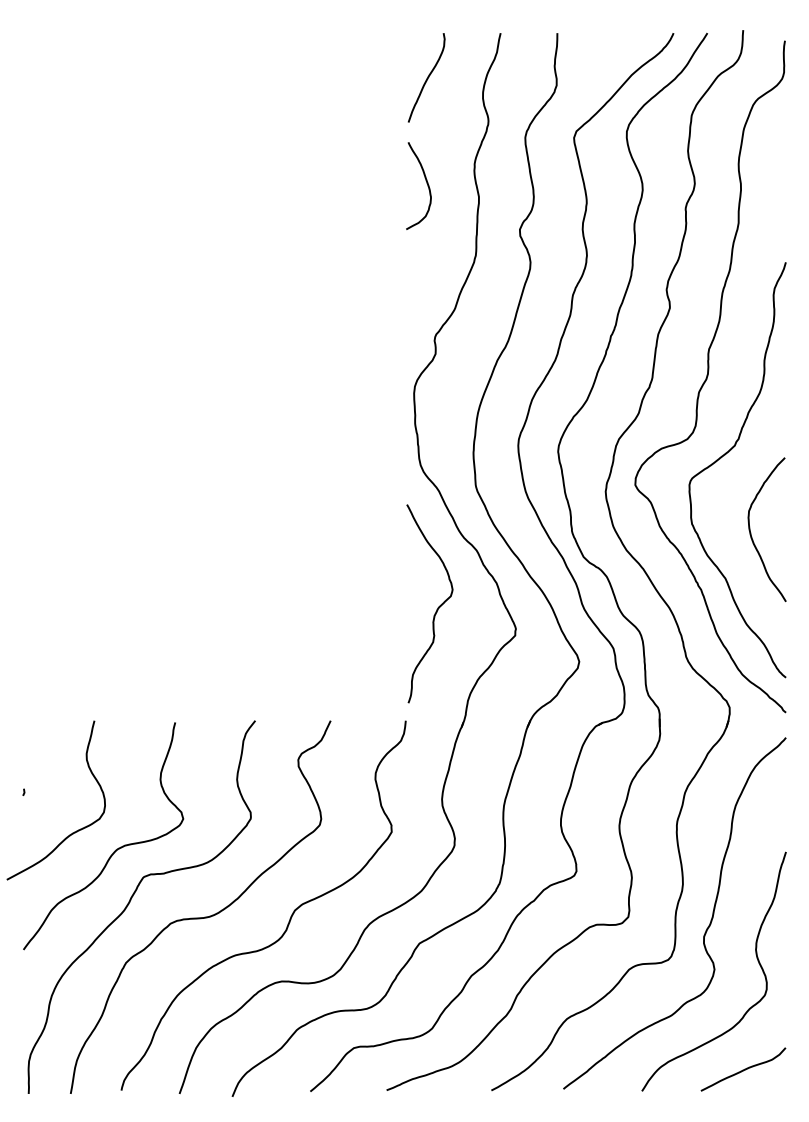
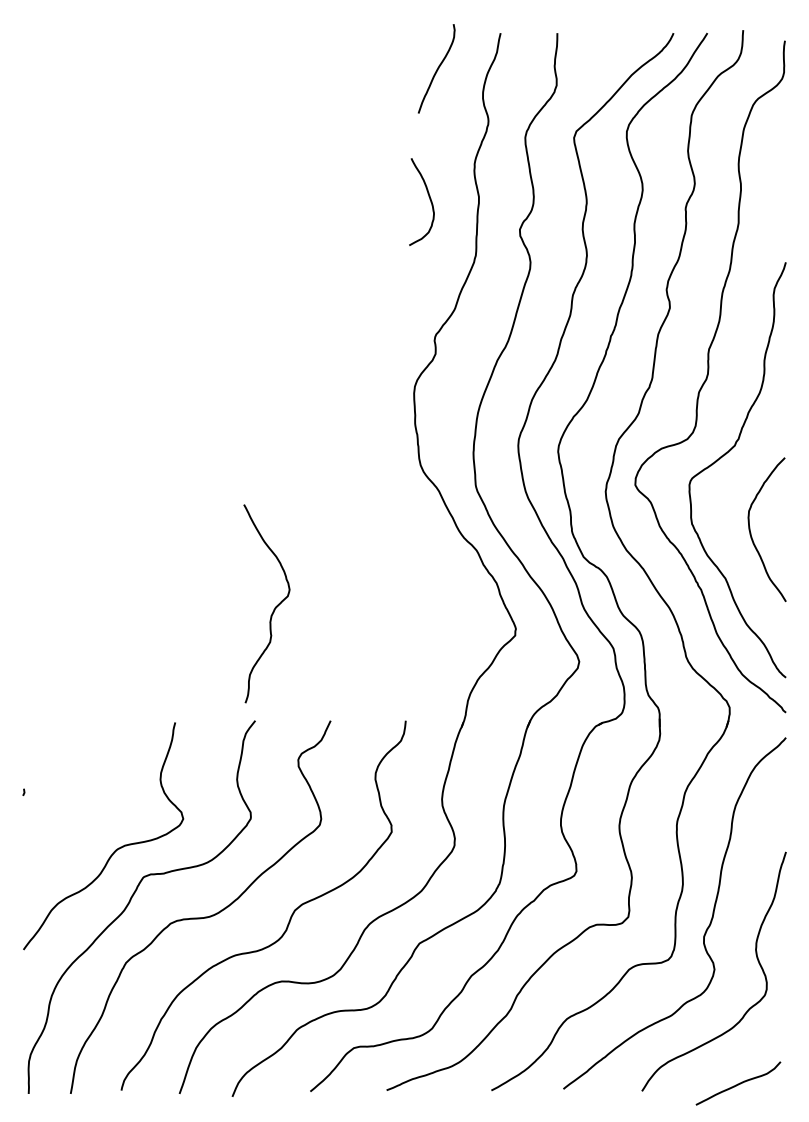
curve at (427, 77) position: (427, 77) -> (437, 68)
curve at (426, 183) position: (426, 183) -> (429, 199)
curve at (437, 607) position: (437, 607) -> (274, 607)
curve at (72, 832): present -> none
curve at (743, 1069) position: (743, 1069) -> (738, 1083)
